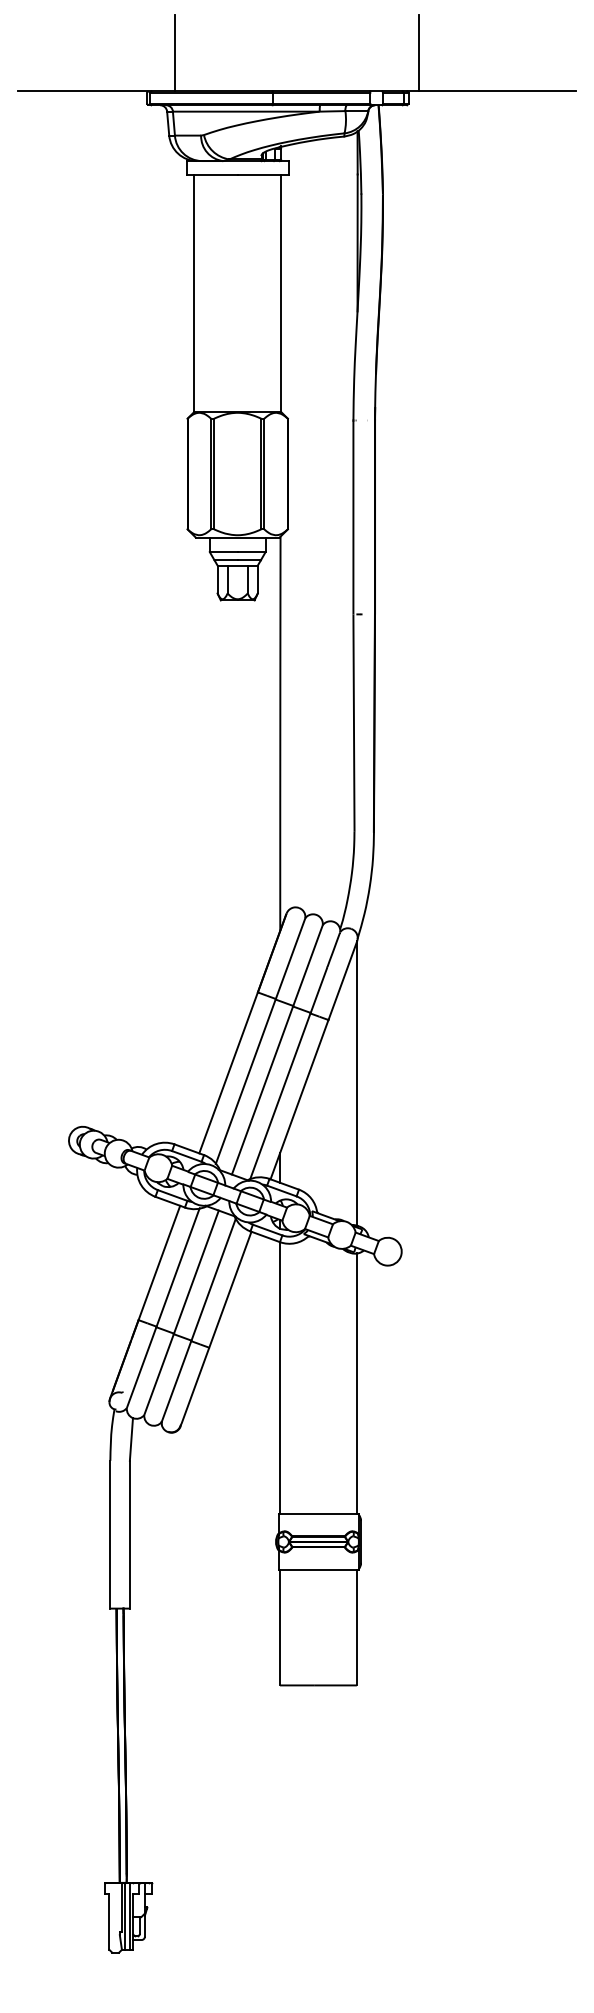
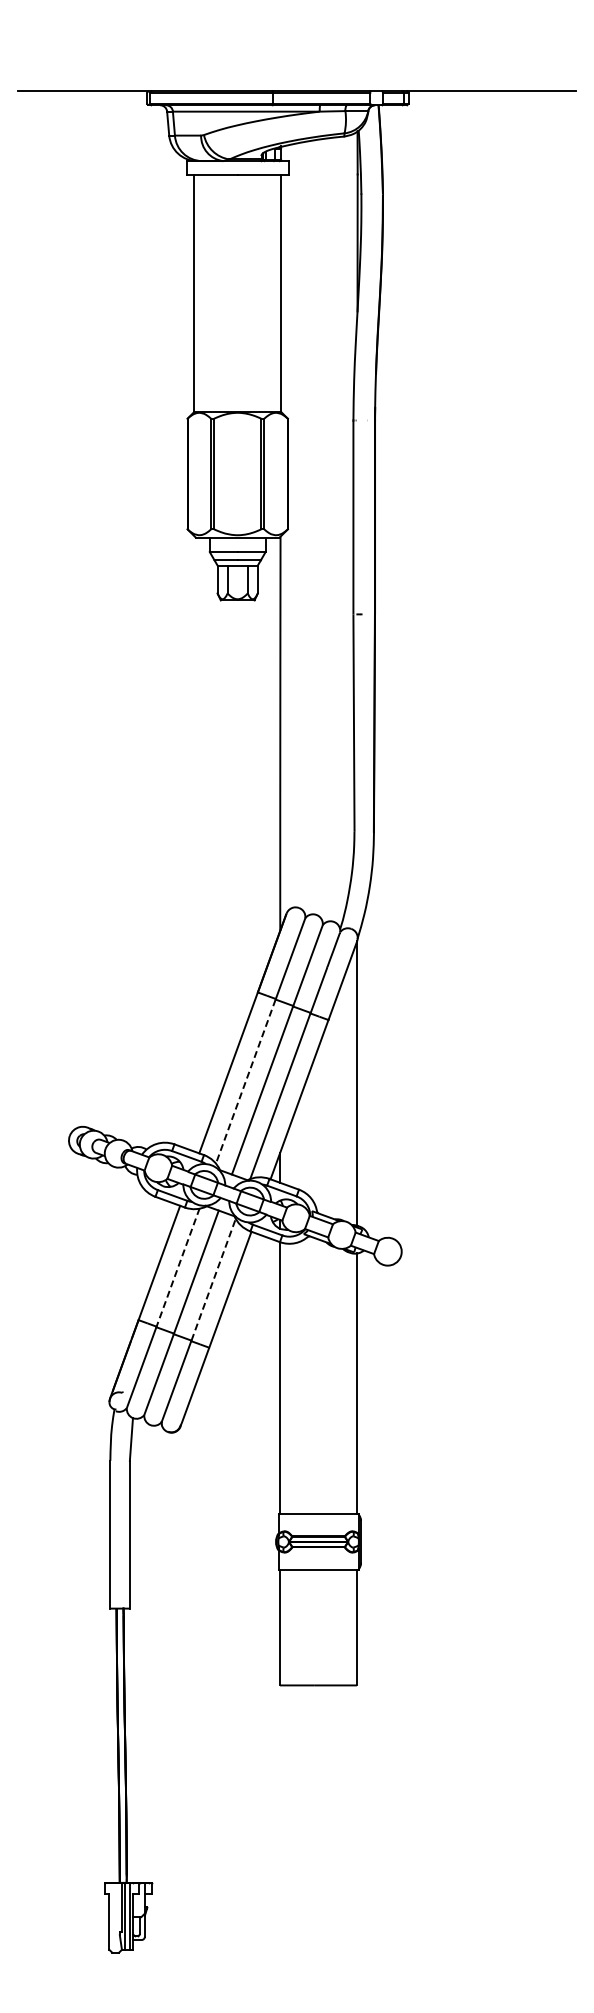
line at (174, 52): present -> none
line at (419, 52): present -> none
line at (245, 1081): solid -> dashed
line at (177, 1267): solid -> dashed
line at (213, 1279): solid -> dashed
